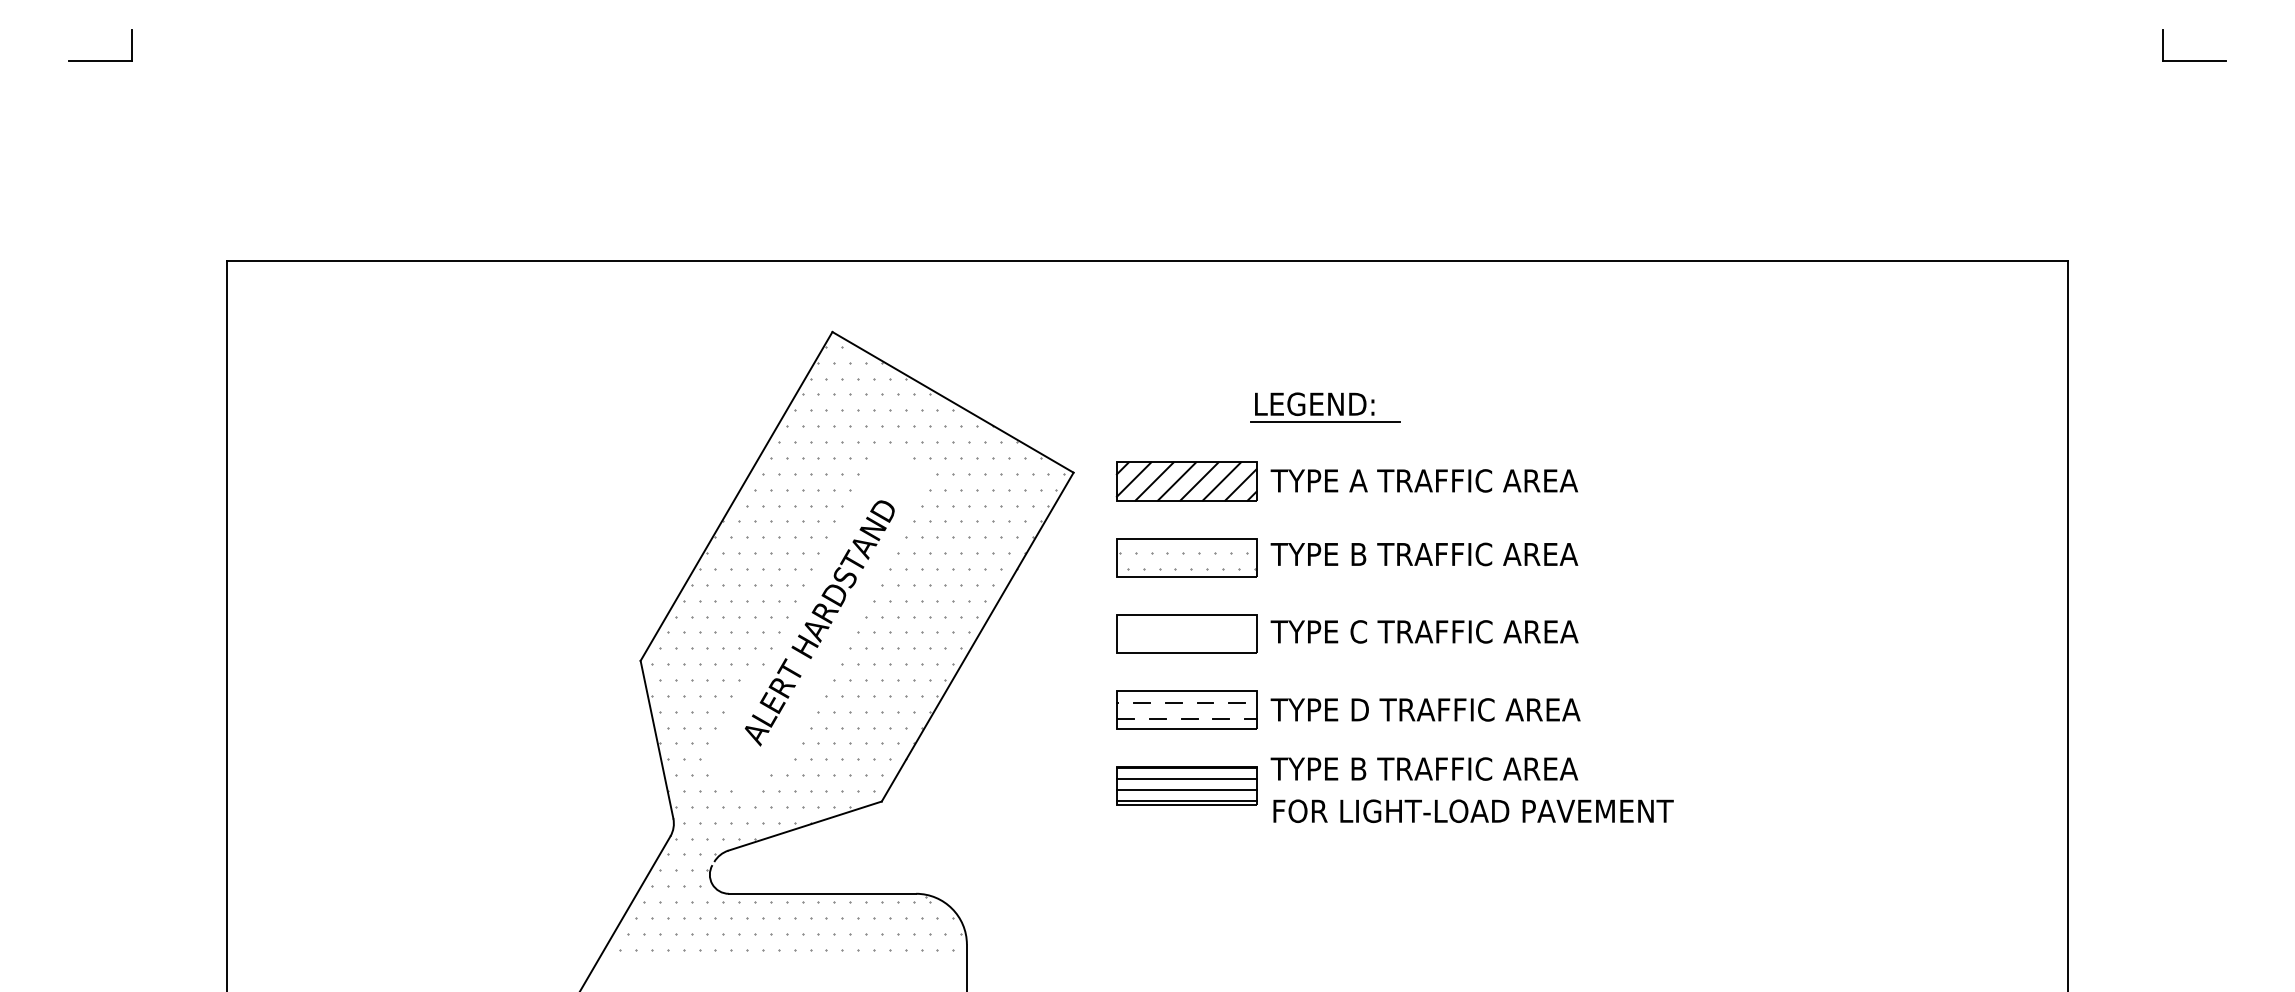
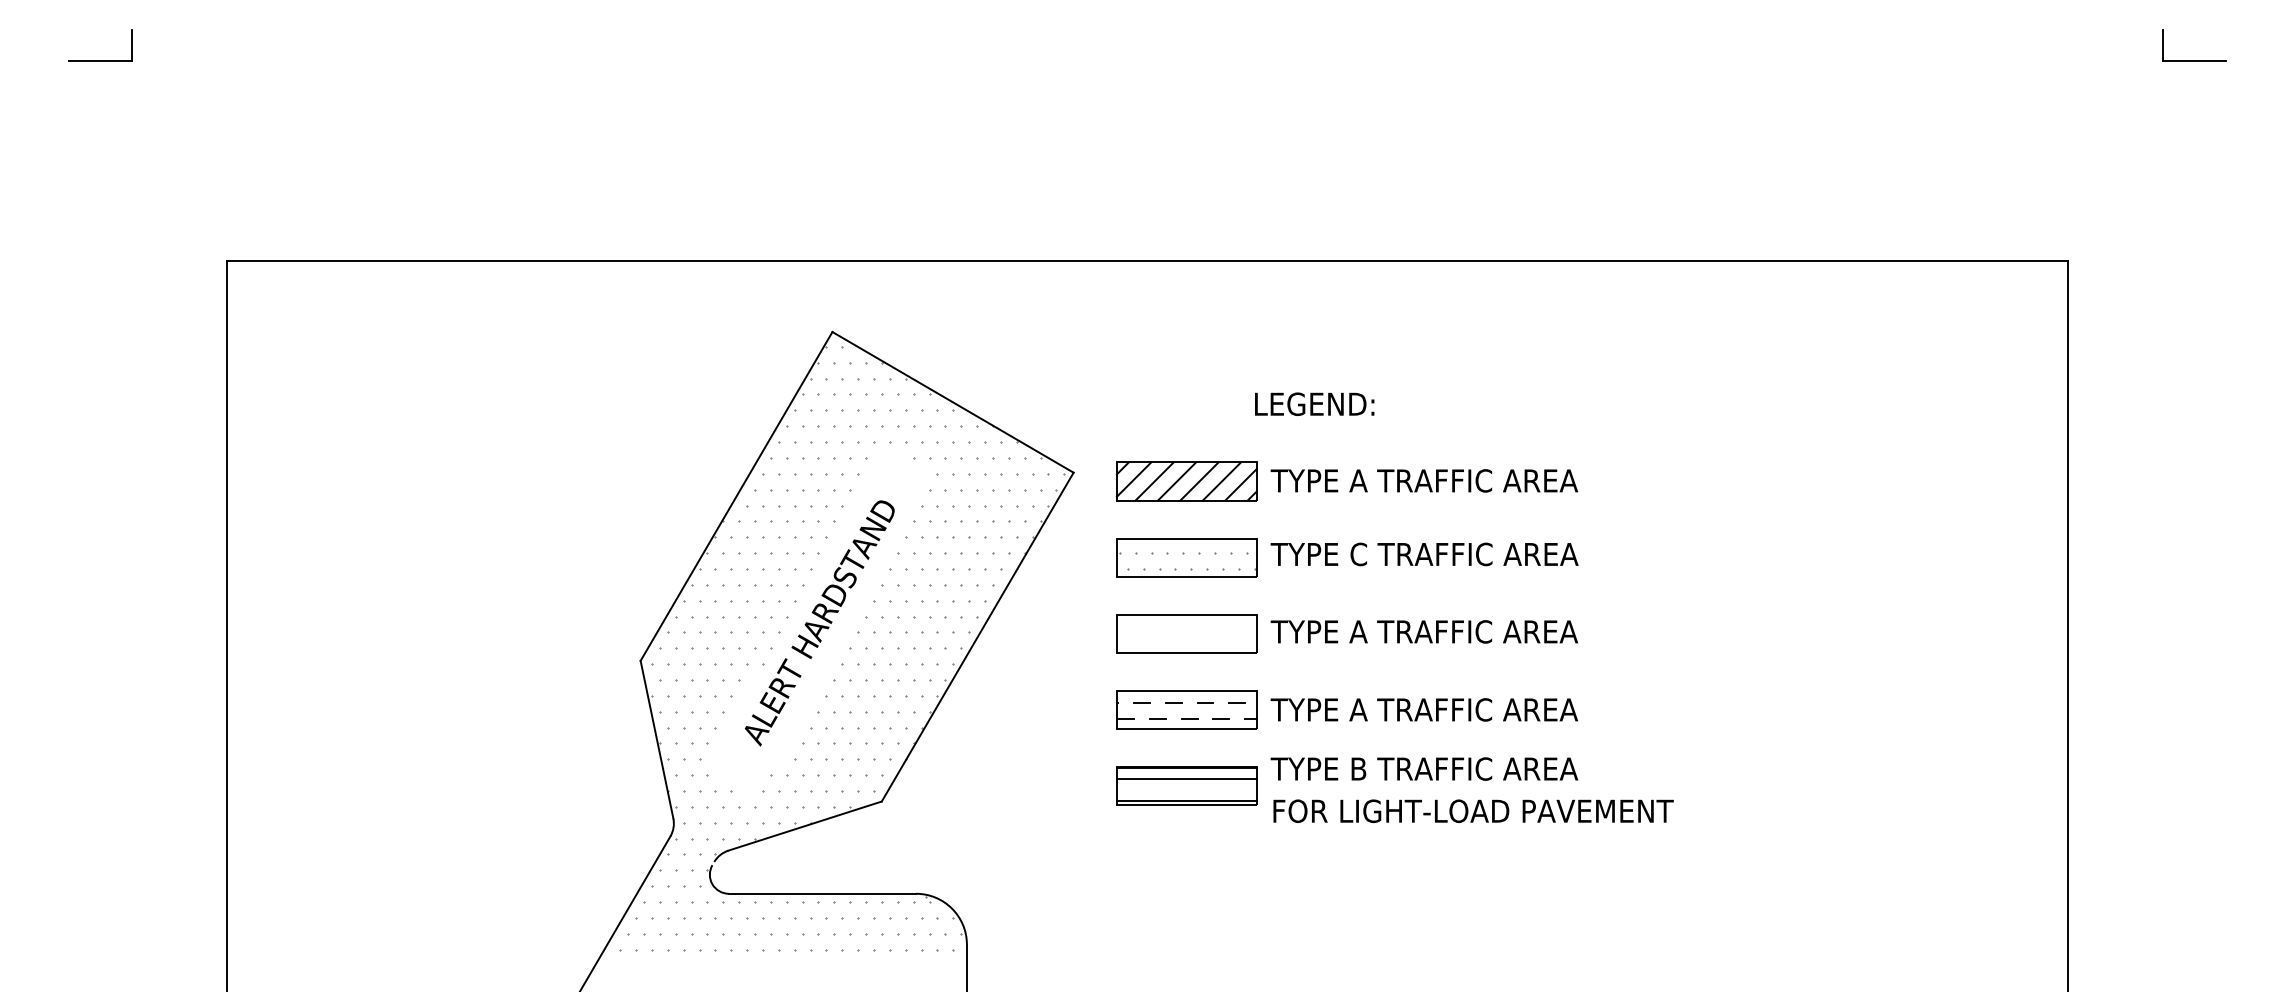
line at (1324, 422): present -> none
text at (1464, 554): TYPE B TRAFFIC AREA -> TYPE C TRAFFIC AREA
text at (1463, 631): TYPE C TRAFFIC AREA -> TYPE A TRAFFIC AREA
text at (1464, 709): TYPE D TRAFFIC AREA -> TYPE A TRAFFIC AREA
line at (1186, 790): present -> none
